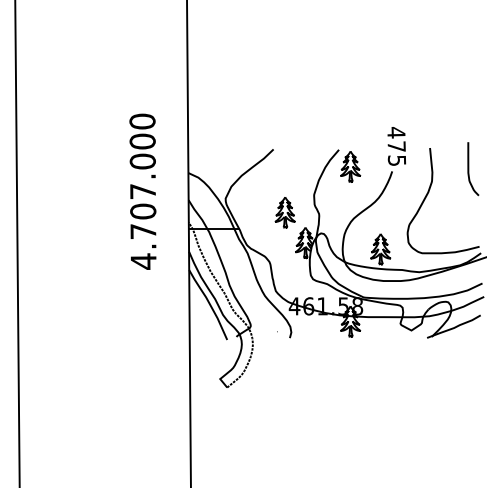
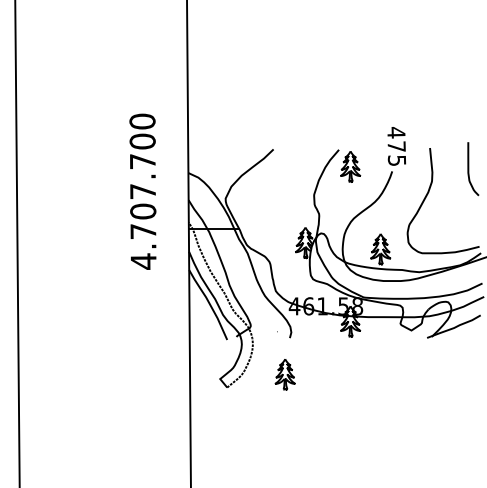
text at (142, 161): 4.707.000 -> 4.707.700
part at (284, 212) position: (284, 212) -> (284, 374)
